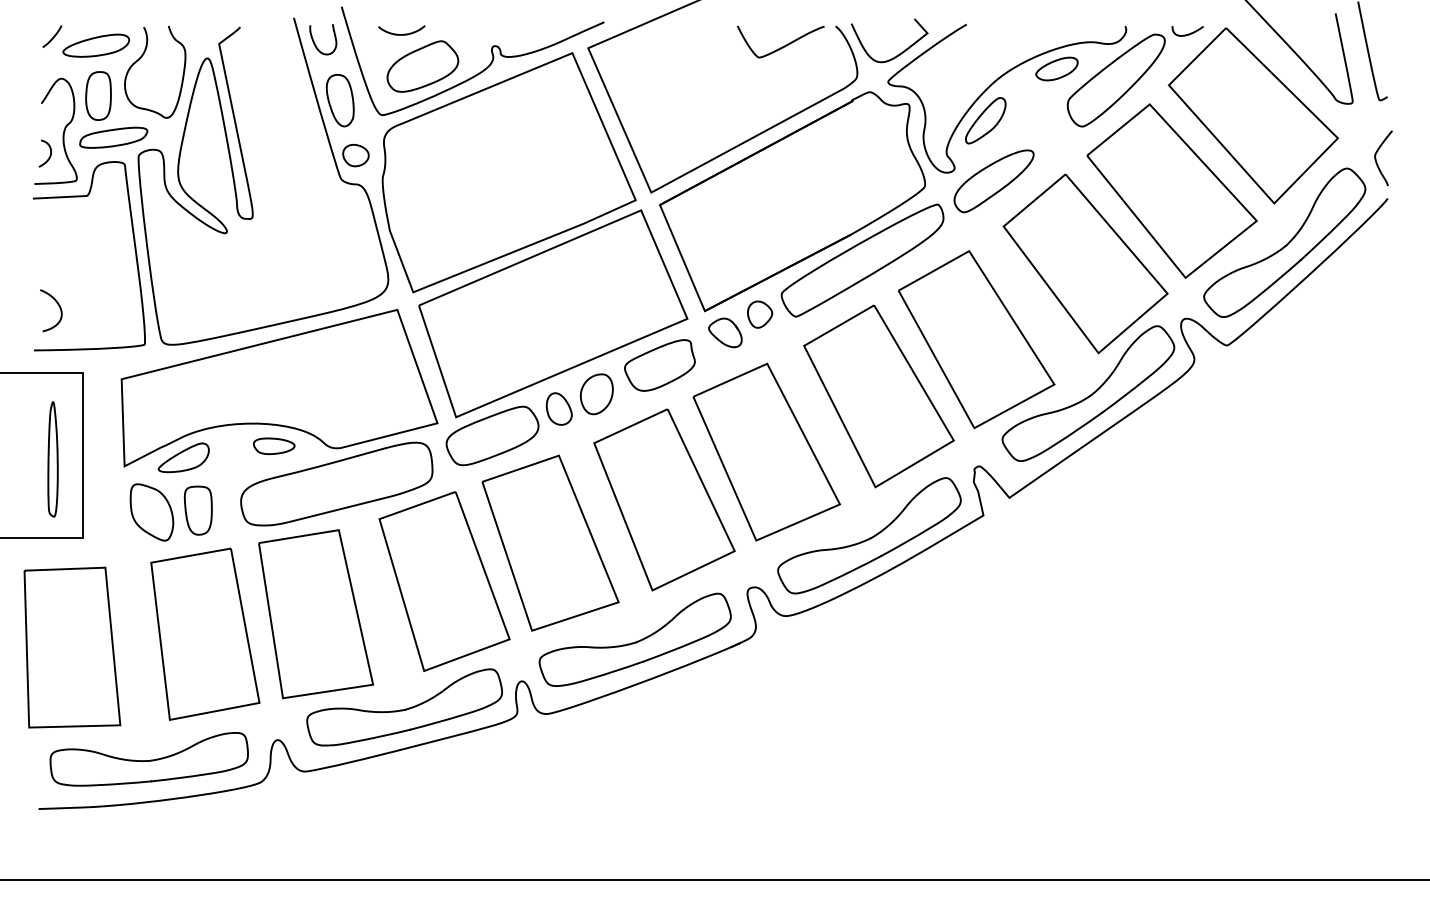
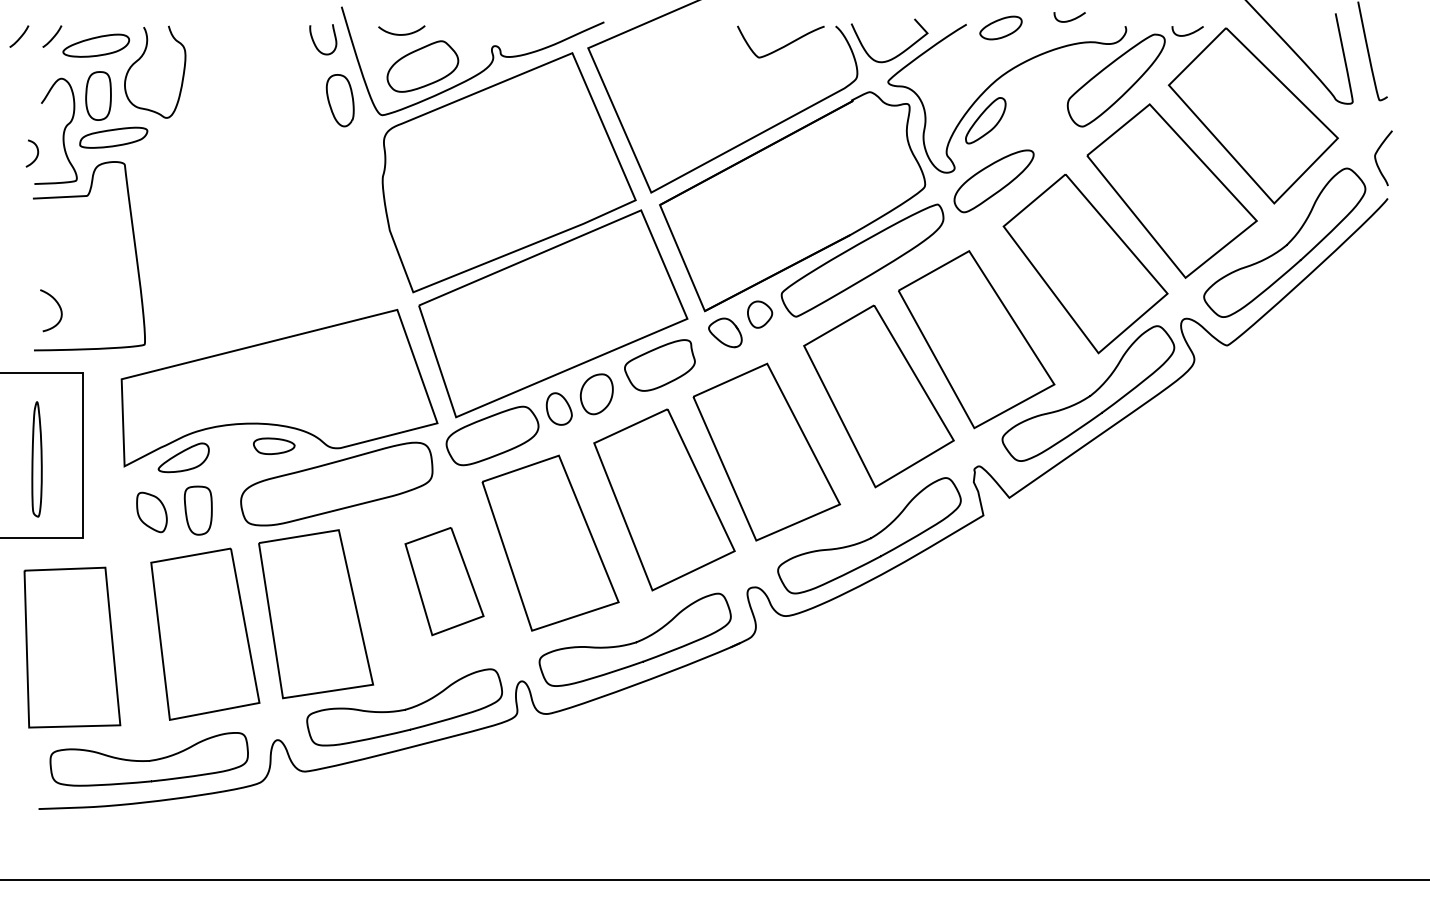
curve at (1070, 19): none -> present
curve at (20, 36): none -> present
part at (1056, 68) position: (1056, 68) -> (1000, 27)
curve at (49, 155) position: (49, 155) -> (36, 155)
part at (249, 185): present -> none
part at (52, 459) position: (52, 459) -> (36, 459)
part at (151, 512) size: 46x59 px -> 32x43 px
part at (444, 581) size: 133x181 px -> 81x110 px
